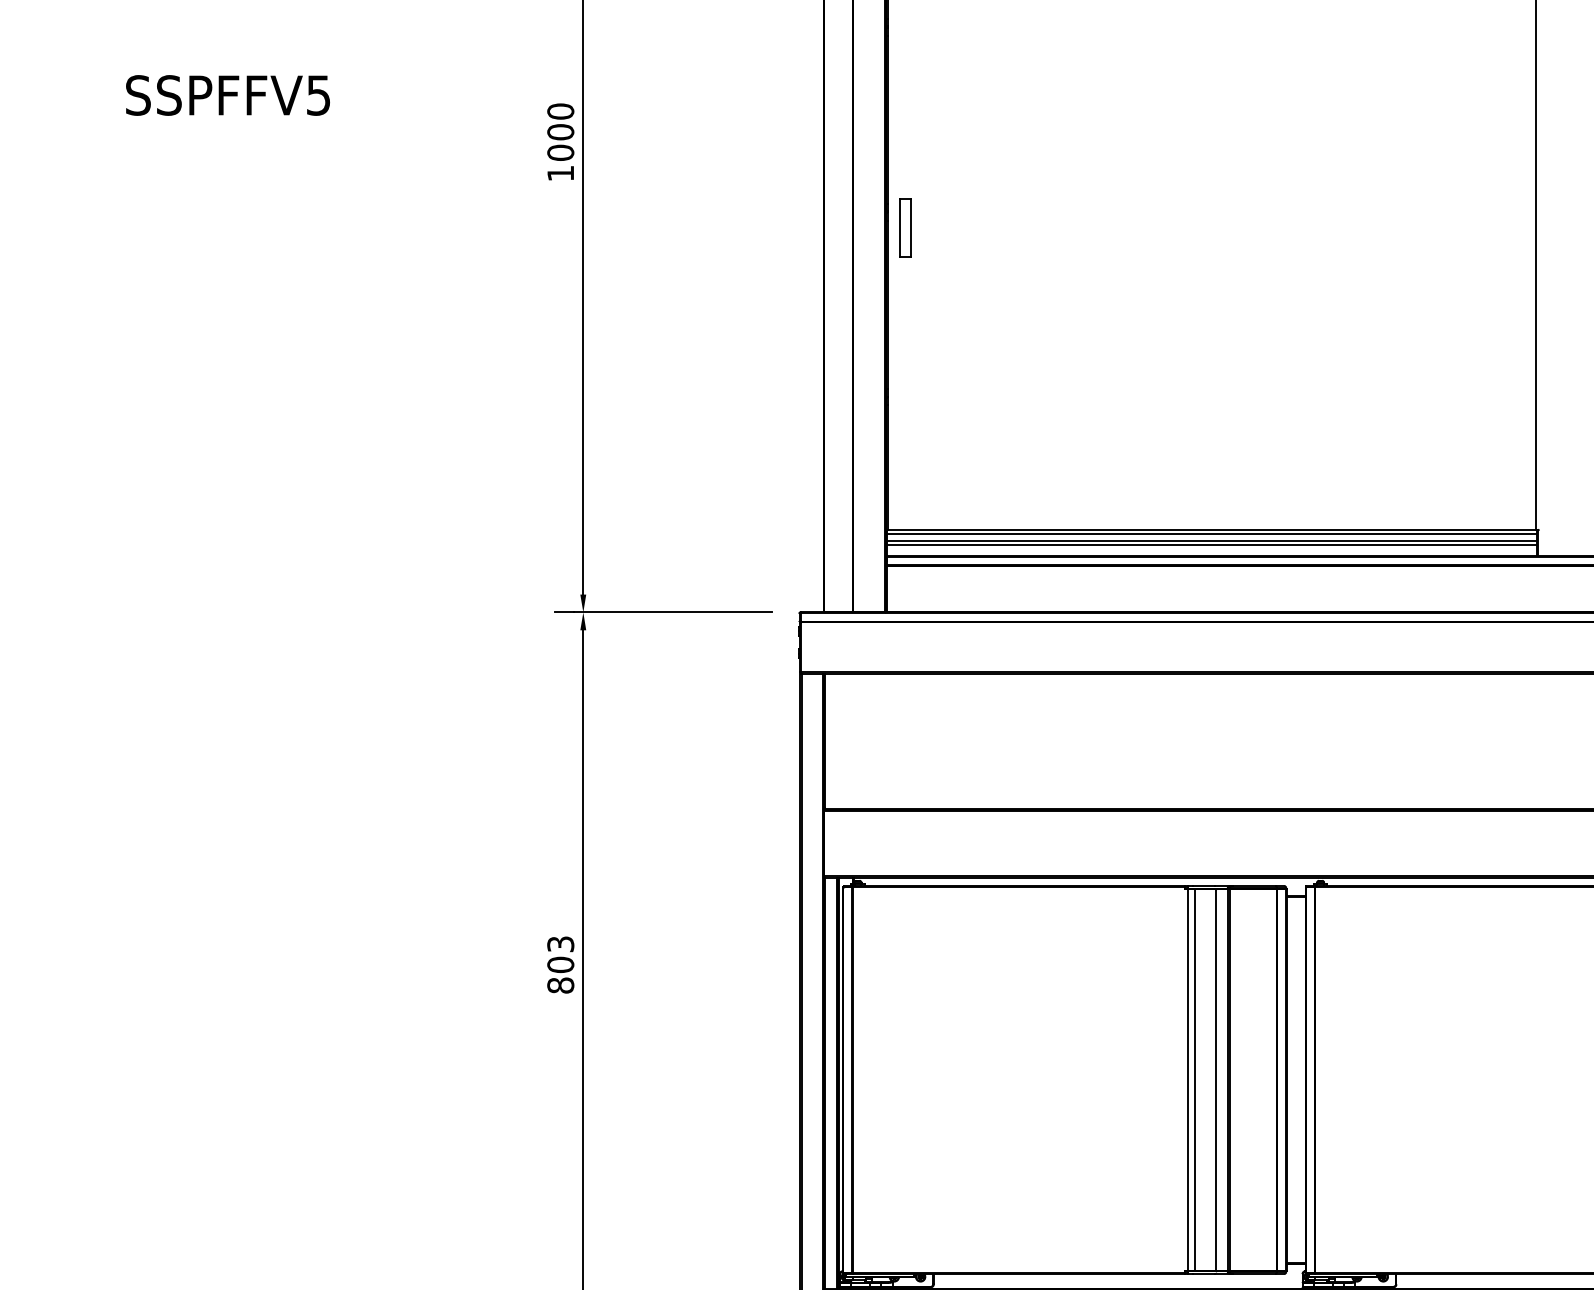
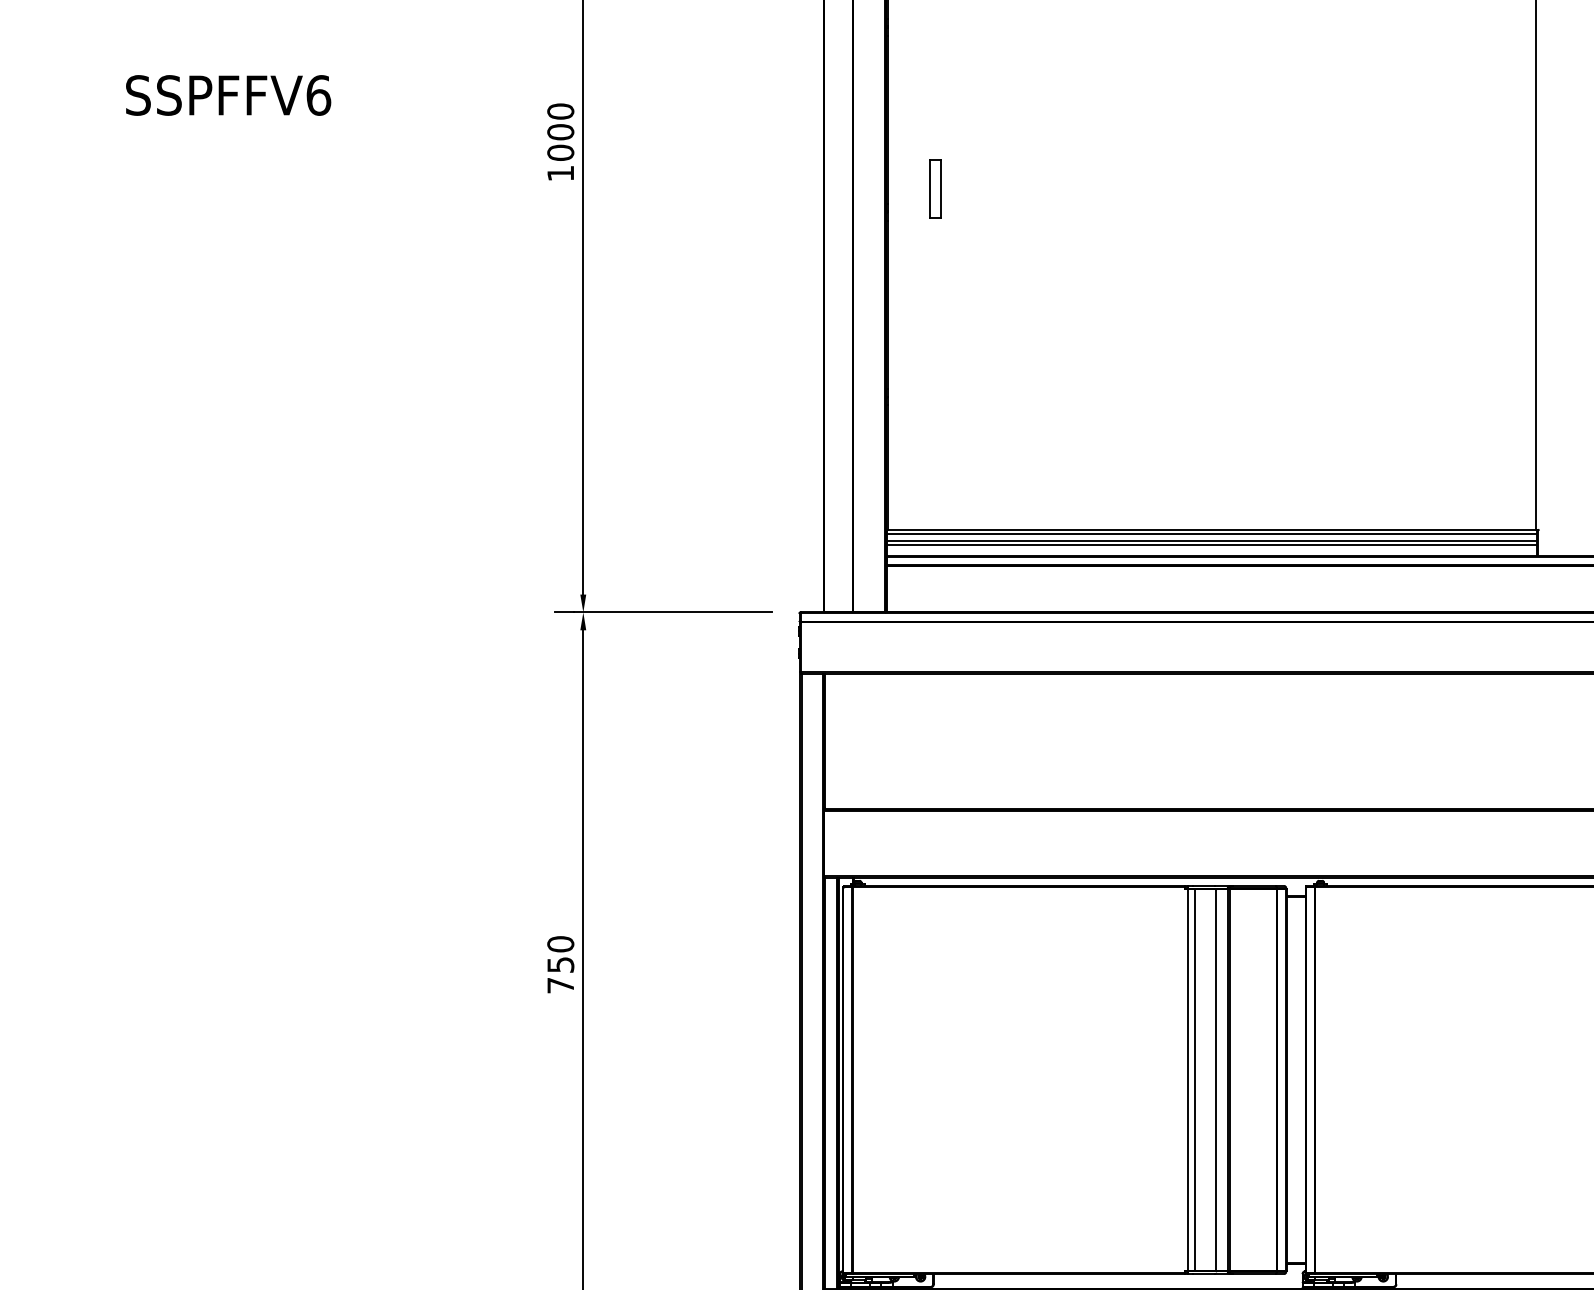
text at (318, 95): SSPFFV5 -> SSPFFV6
part at (905, 227) position: (905, 227) -> (935, 188)
text at (560, 964): 803 -> 750
